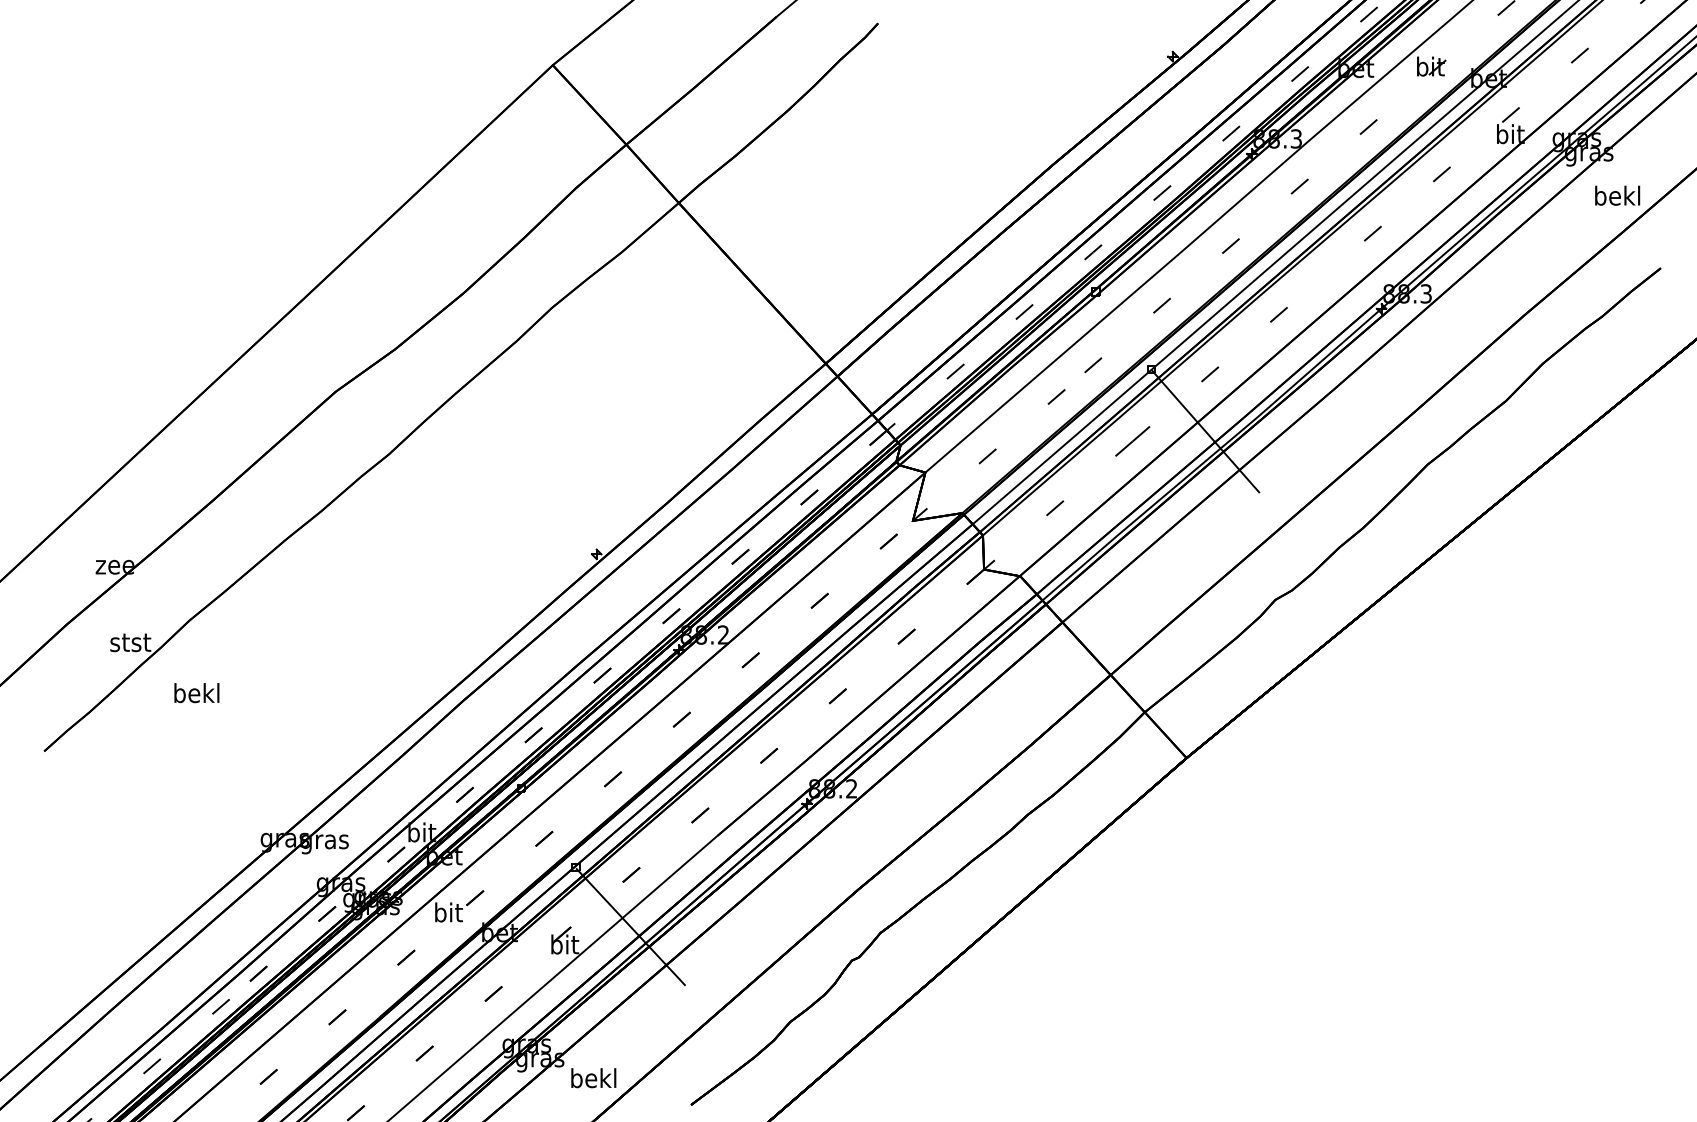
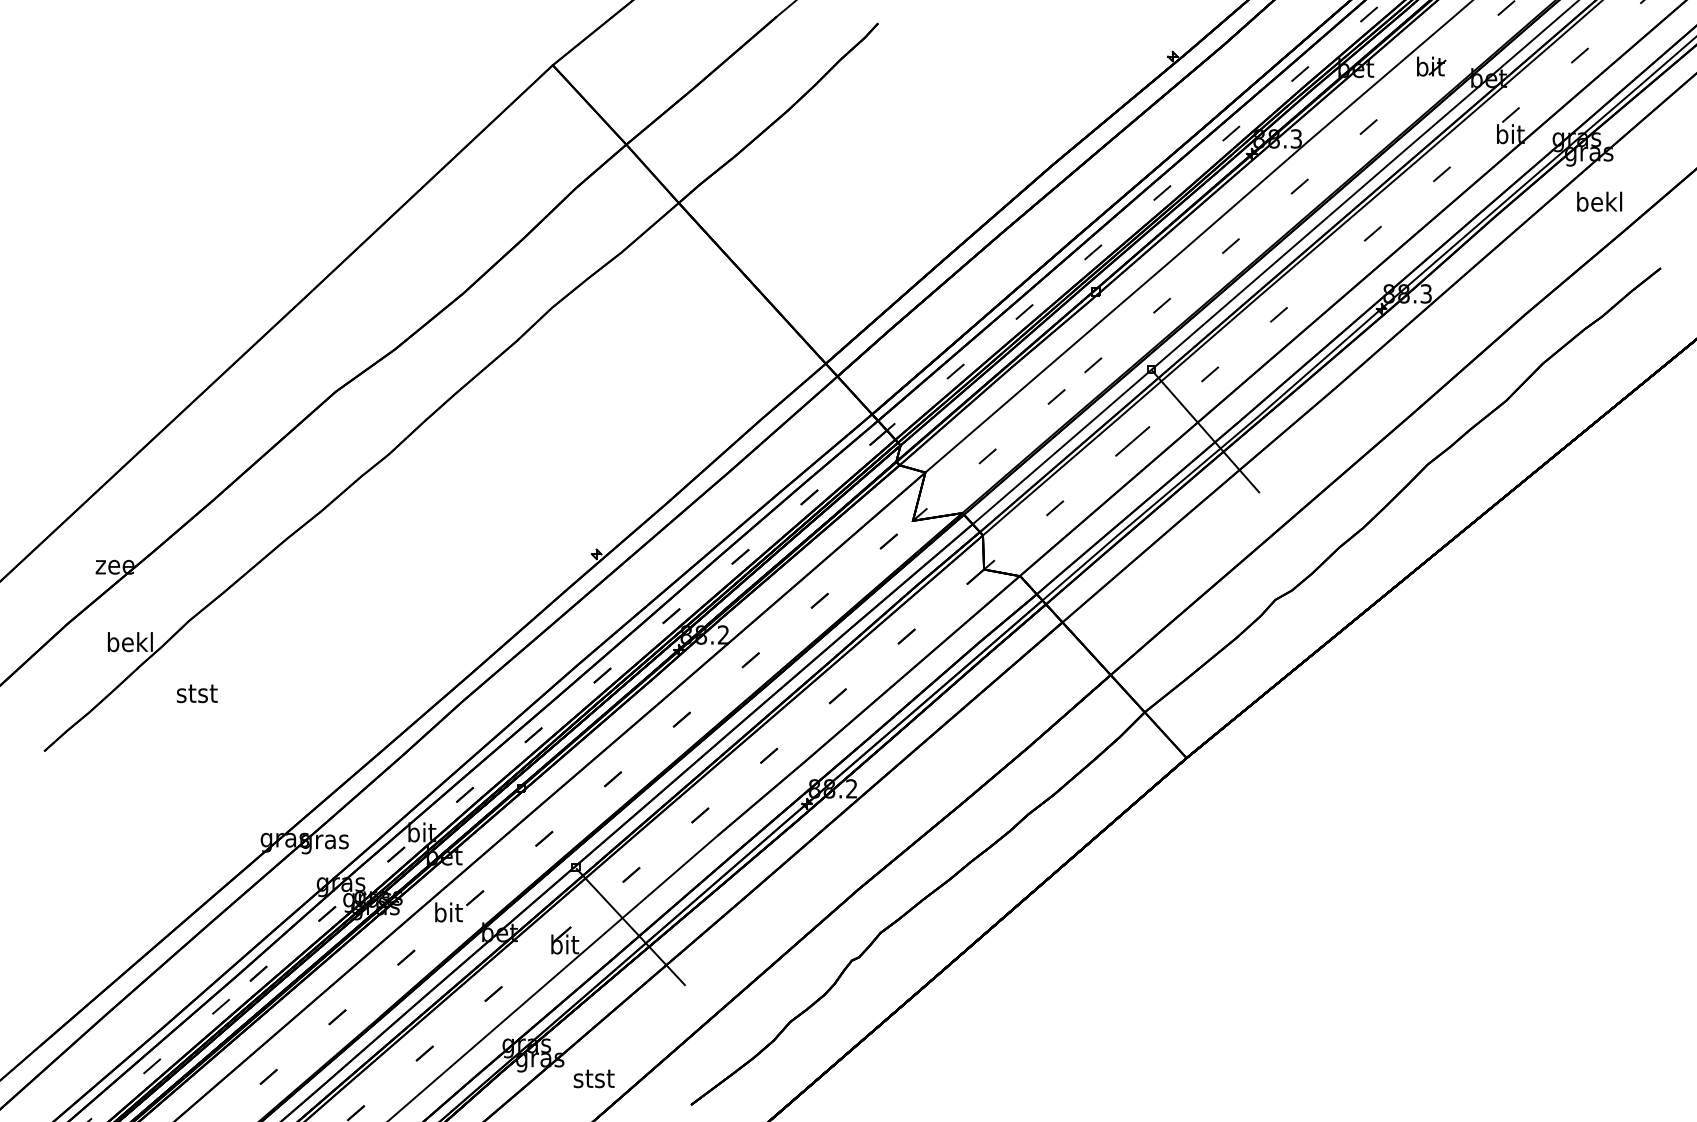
text at (1617, 195) position: (1617, 195) -> (1599, 201)
text at (129, 642): stst -> bekl
text at (196, 693): bekl -> stst
text at (593, 1078): bekl -> stst
